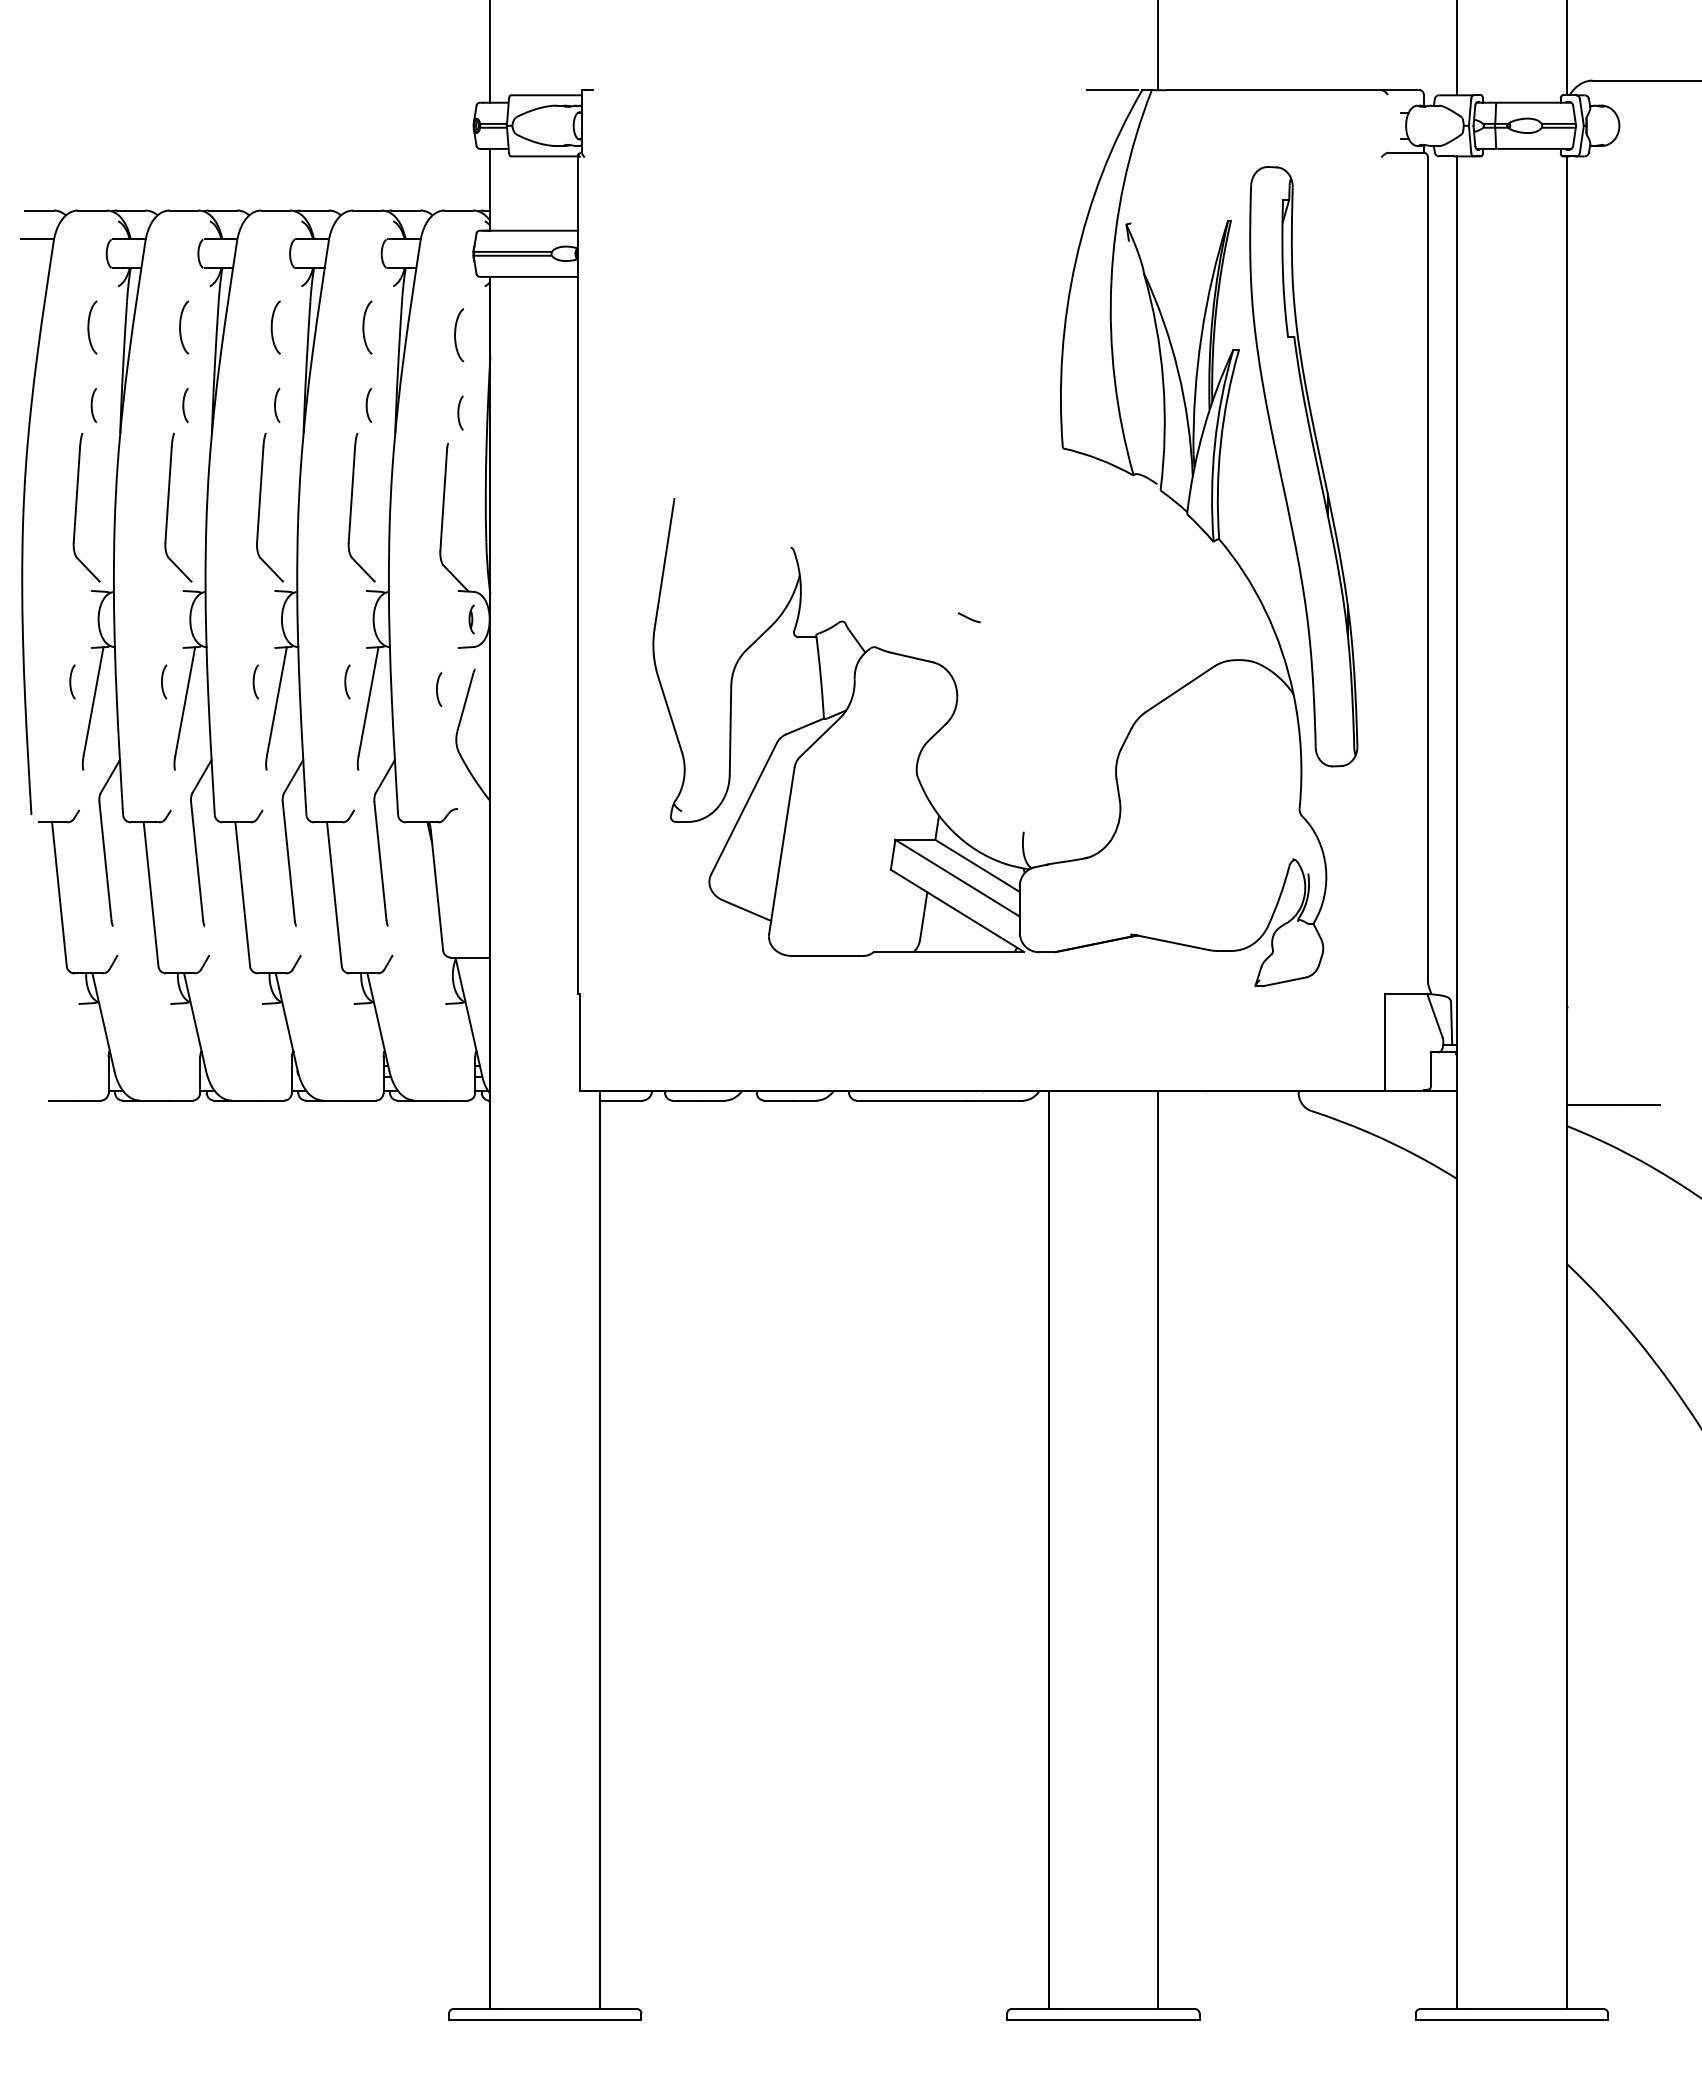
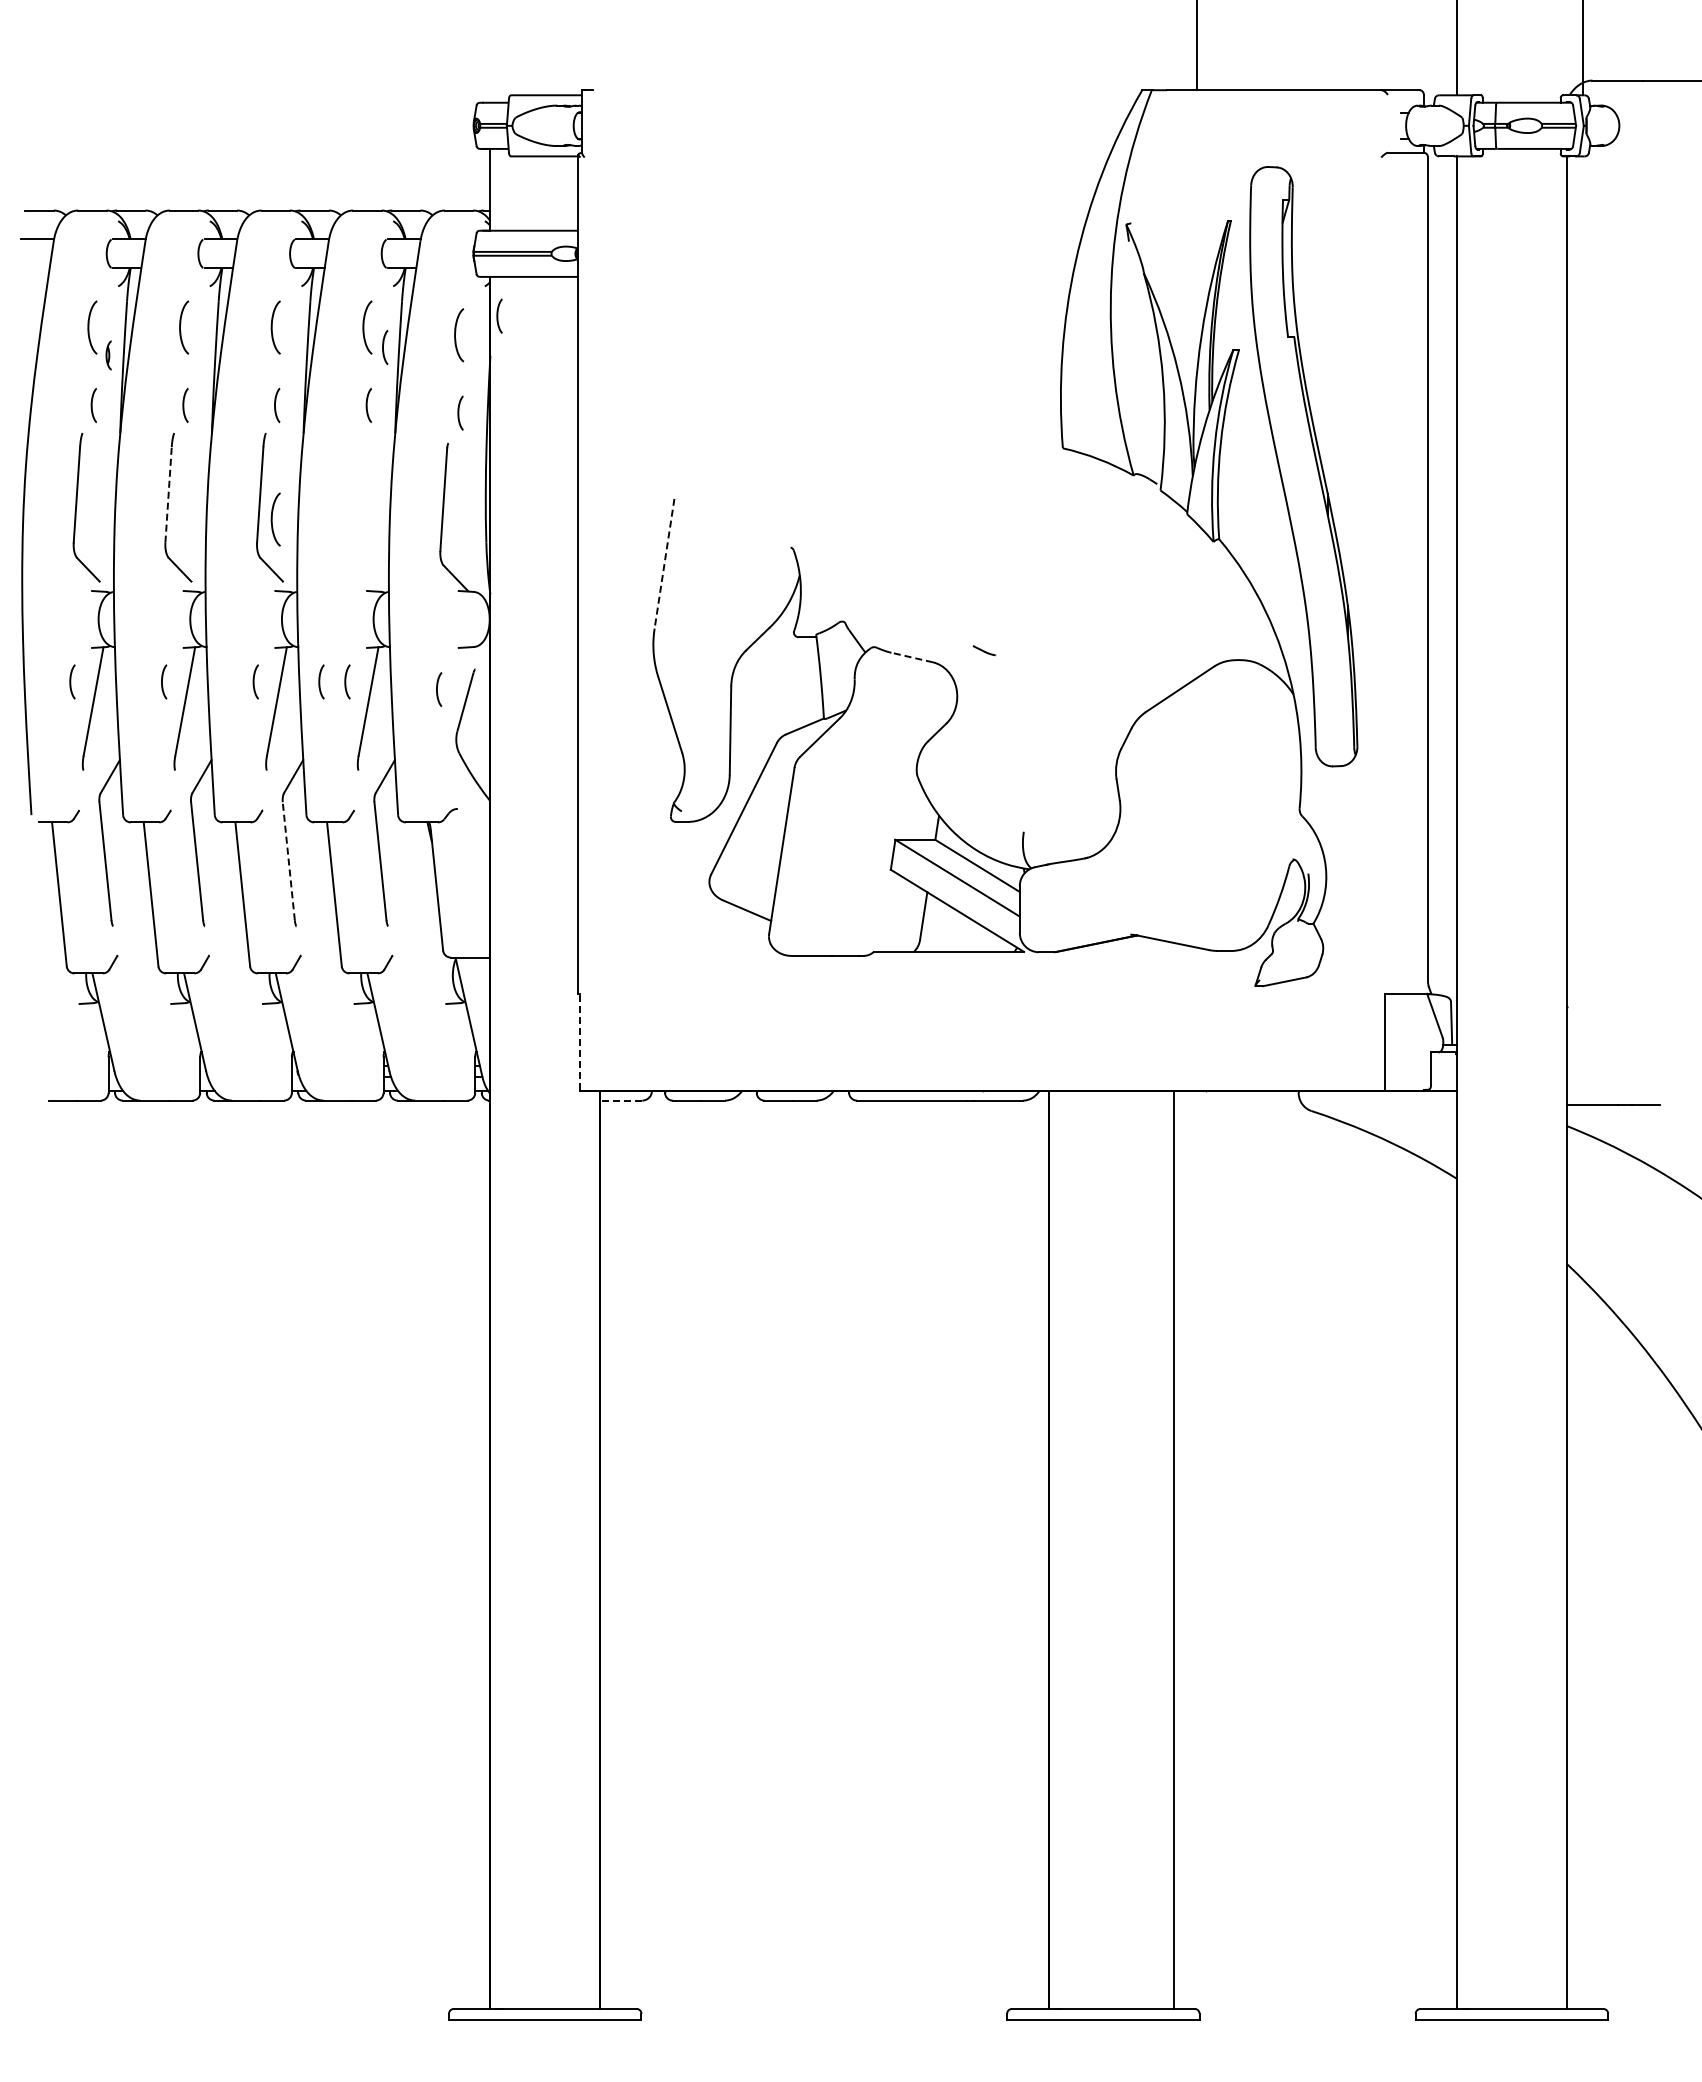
line at (1158, 46) position: (1158, 46) -> (1197, 46)
line at (1566, 48) position: (1566, 48) -> (1582, 48)
line at (490, 52): present -> none
line at (1112, 90): present -> none
curve at (498, 315): none -> present
curve at (383, 347): none -> present
line at (168, 494): solid -> dashed
part at (352, 505): present -> none
curve at (272, 519): none -> present
line at (664, 563): solid -> dashed
part at (969, 617) position: (969, 617) -> (984, 650)
part at (471, 619) position: (471, 619) -> (108, 355)
line at (911, 657): solid -> dashed
curve at (320, 681): none -> present
line at (288, 860): solid -> dashed
line at (580, 1041): solid -> dashed
line at (620, 1100): solid -> dashed
line at (1158, 1549) position: (1158, 1549) -> (1174, 1549)
